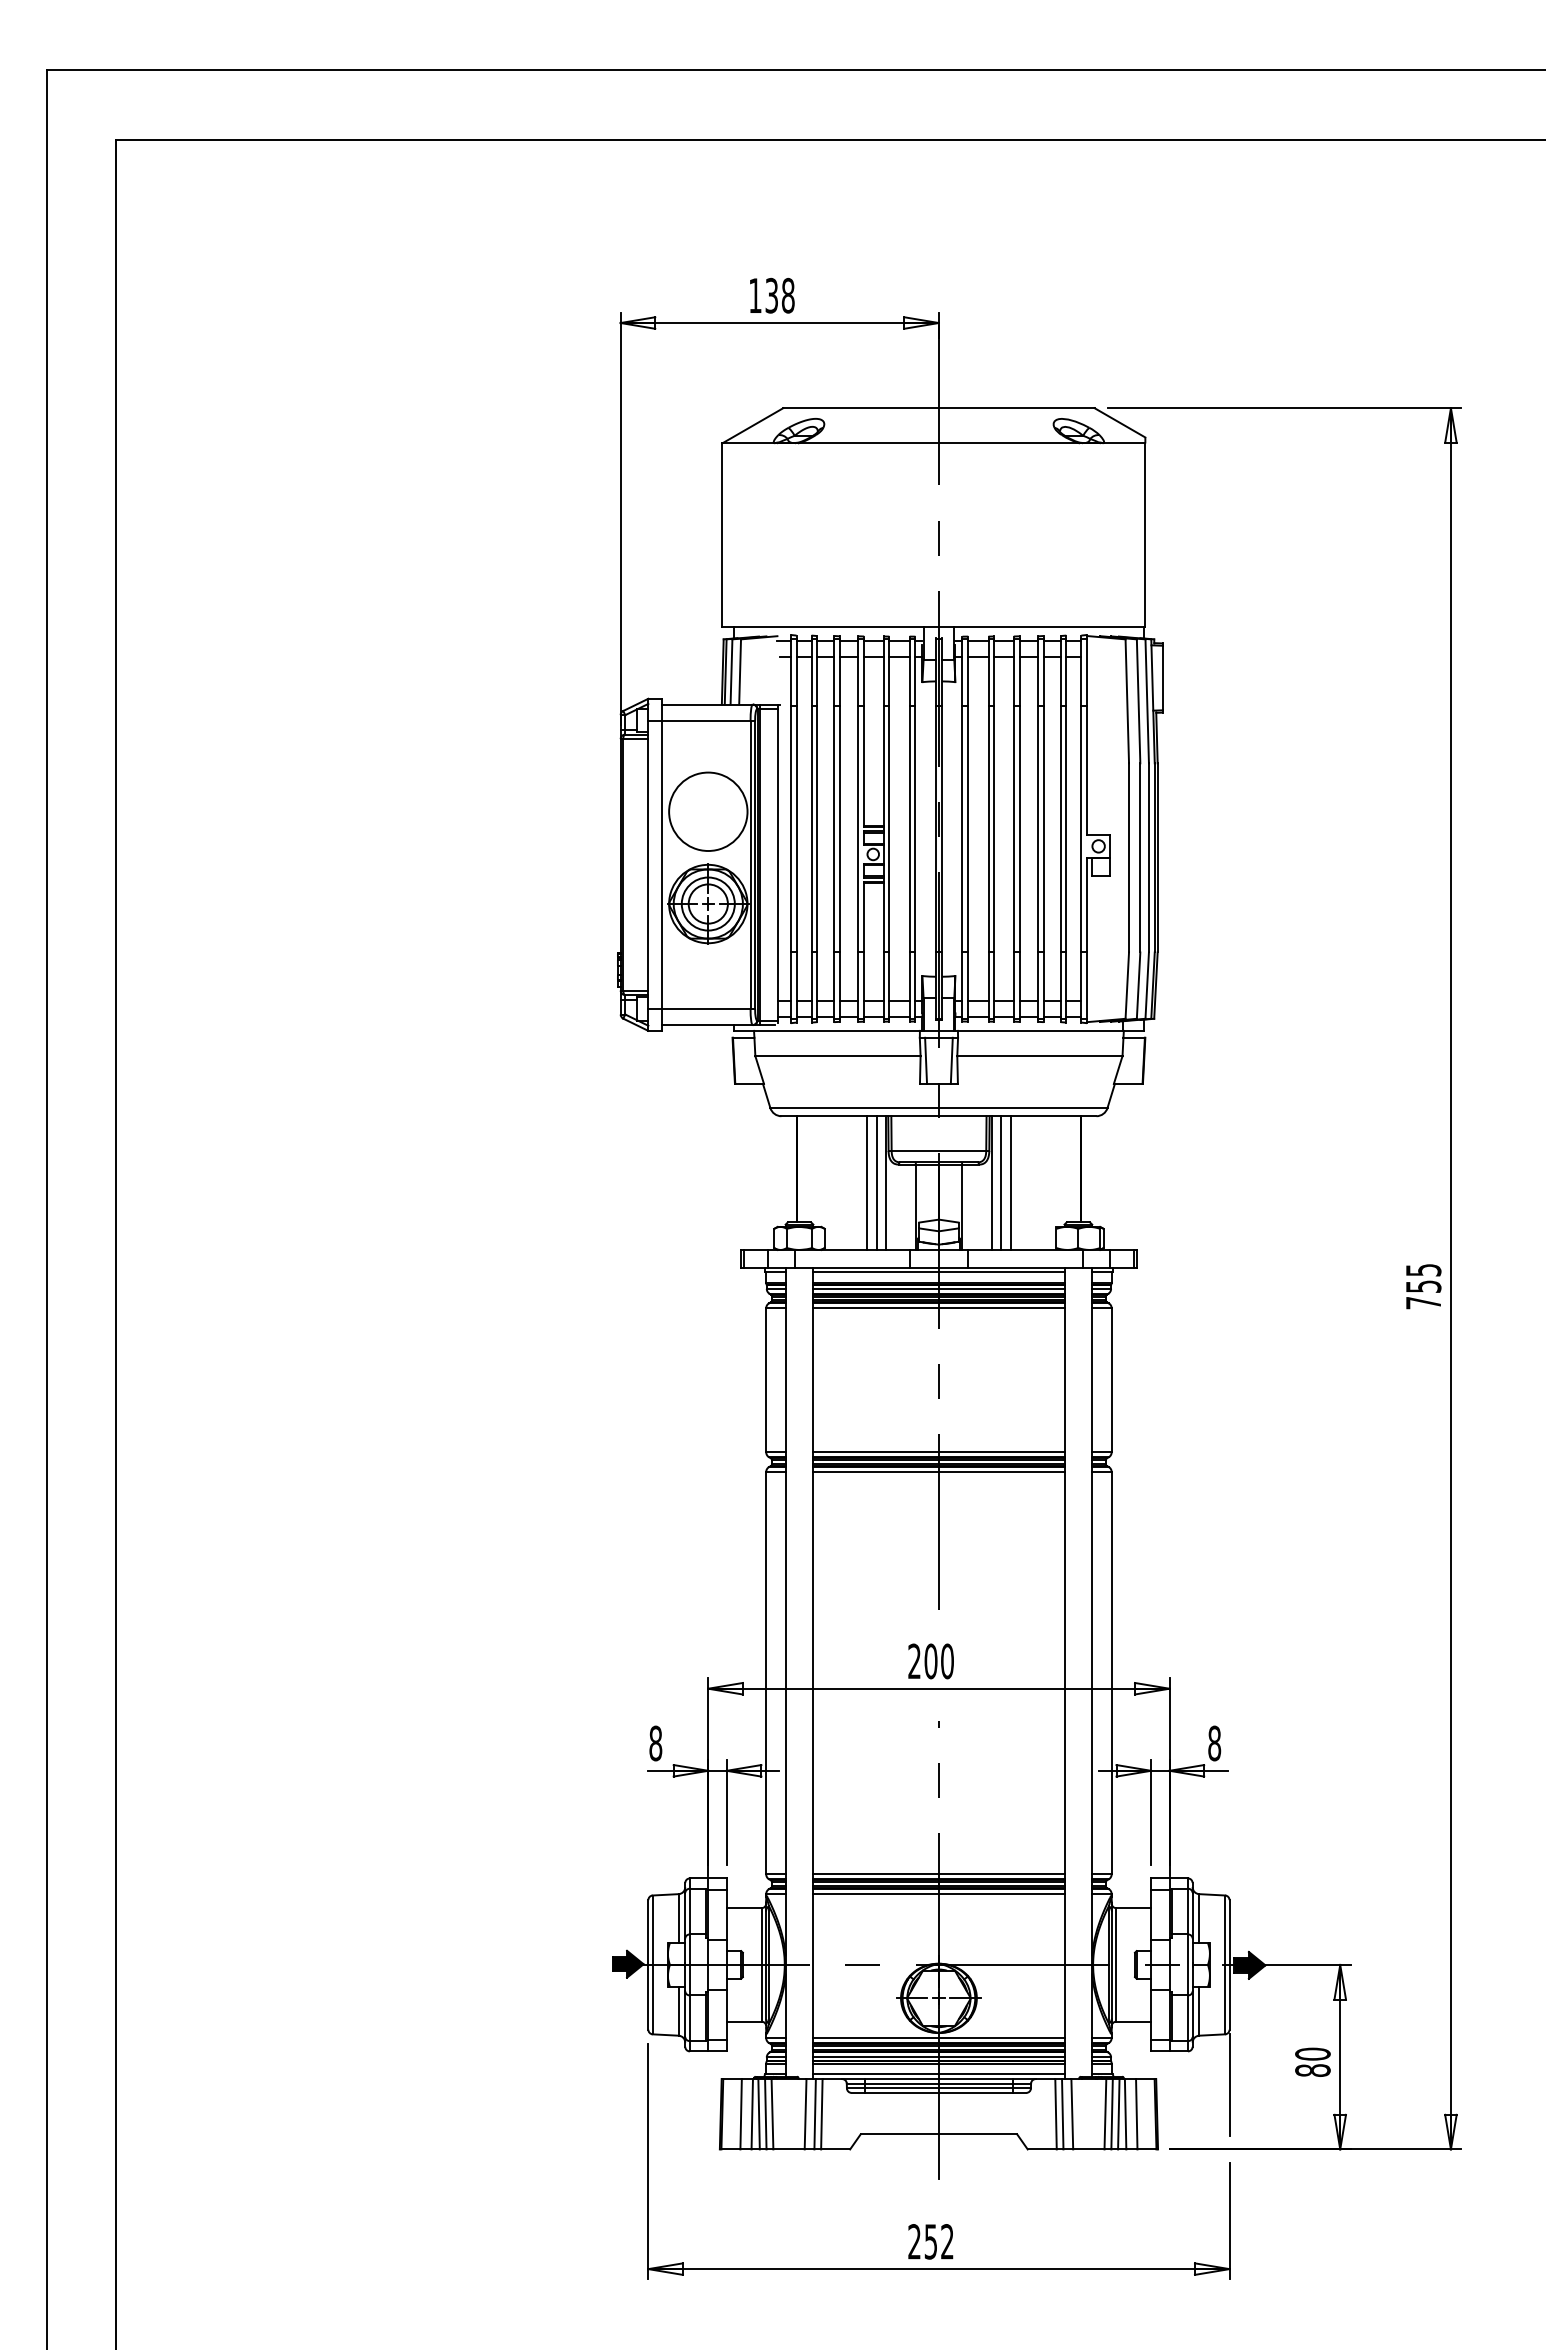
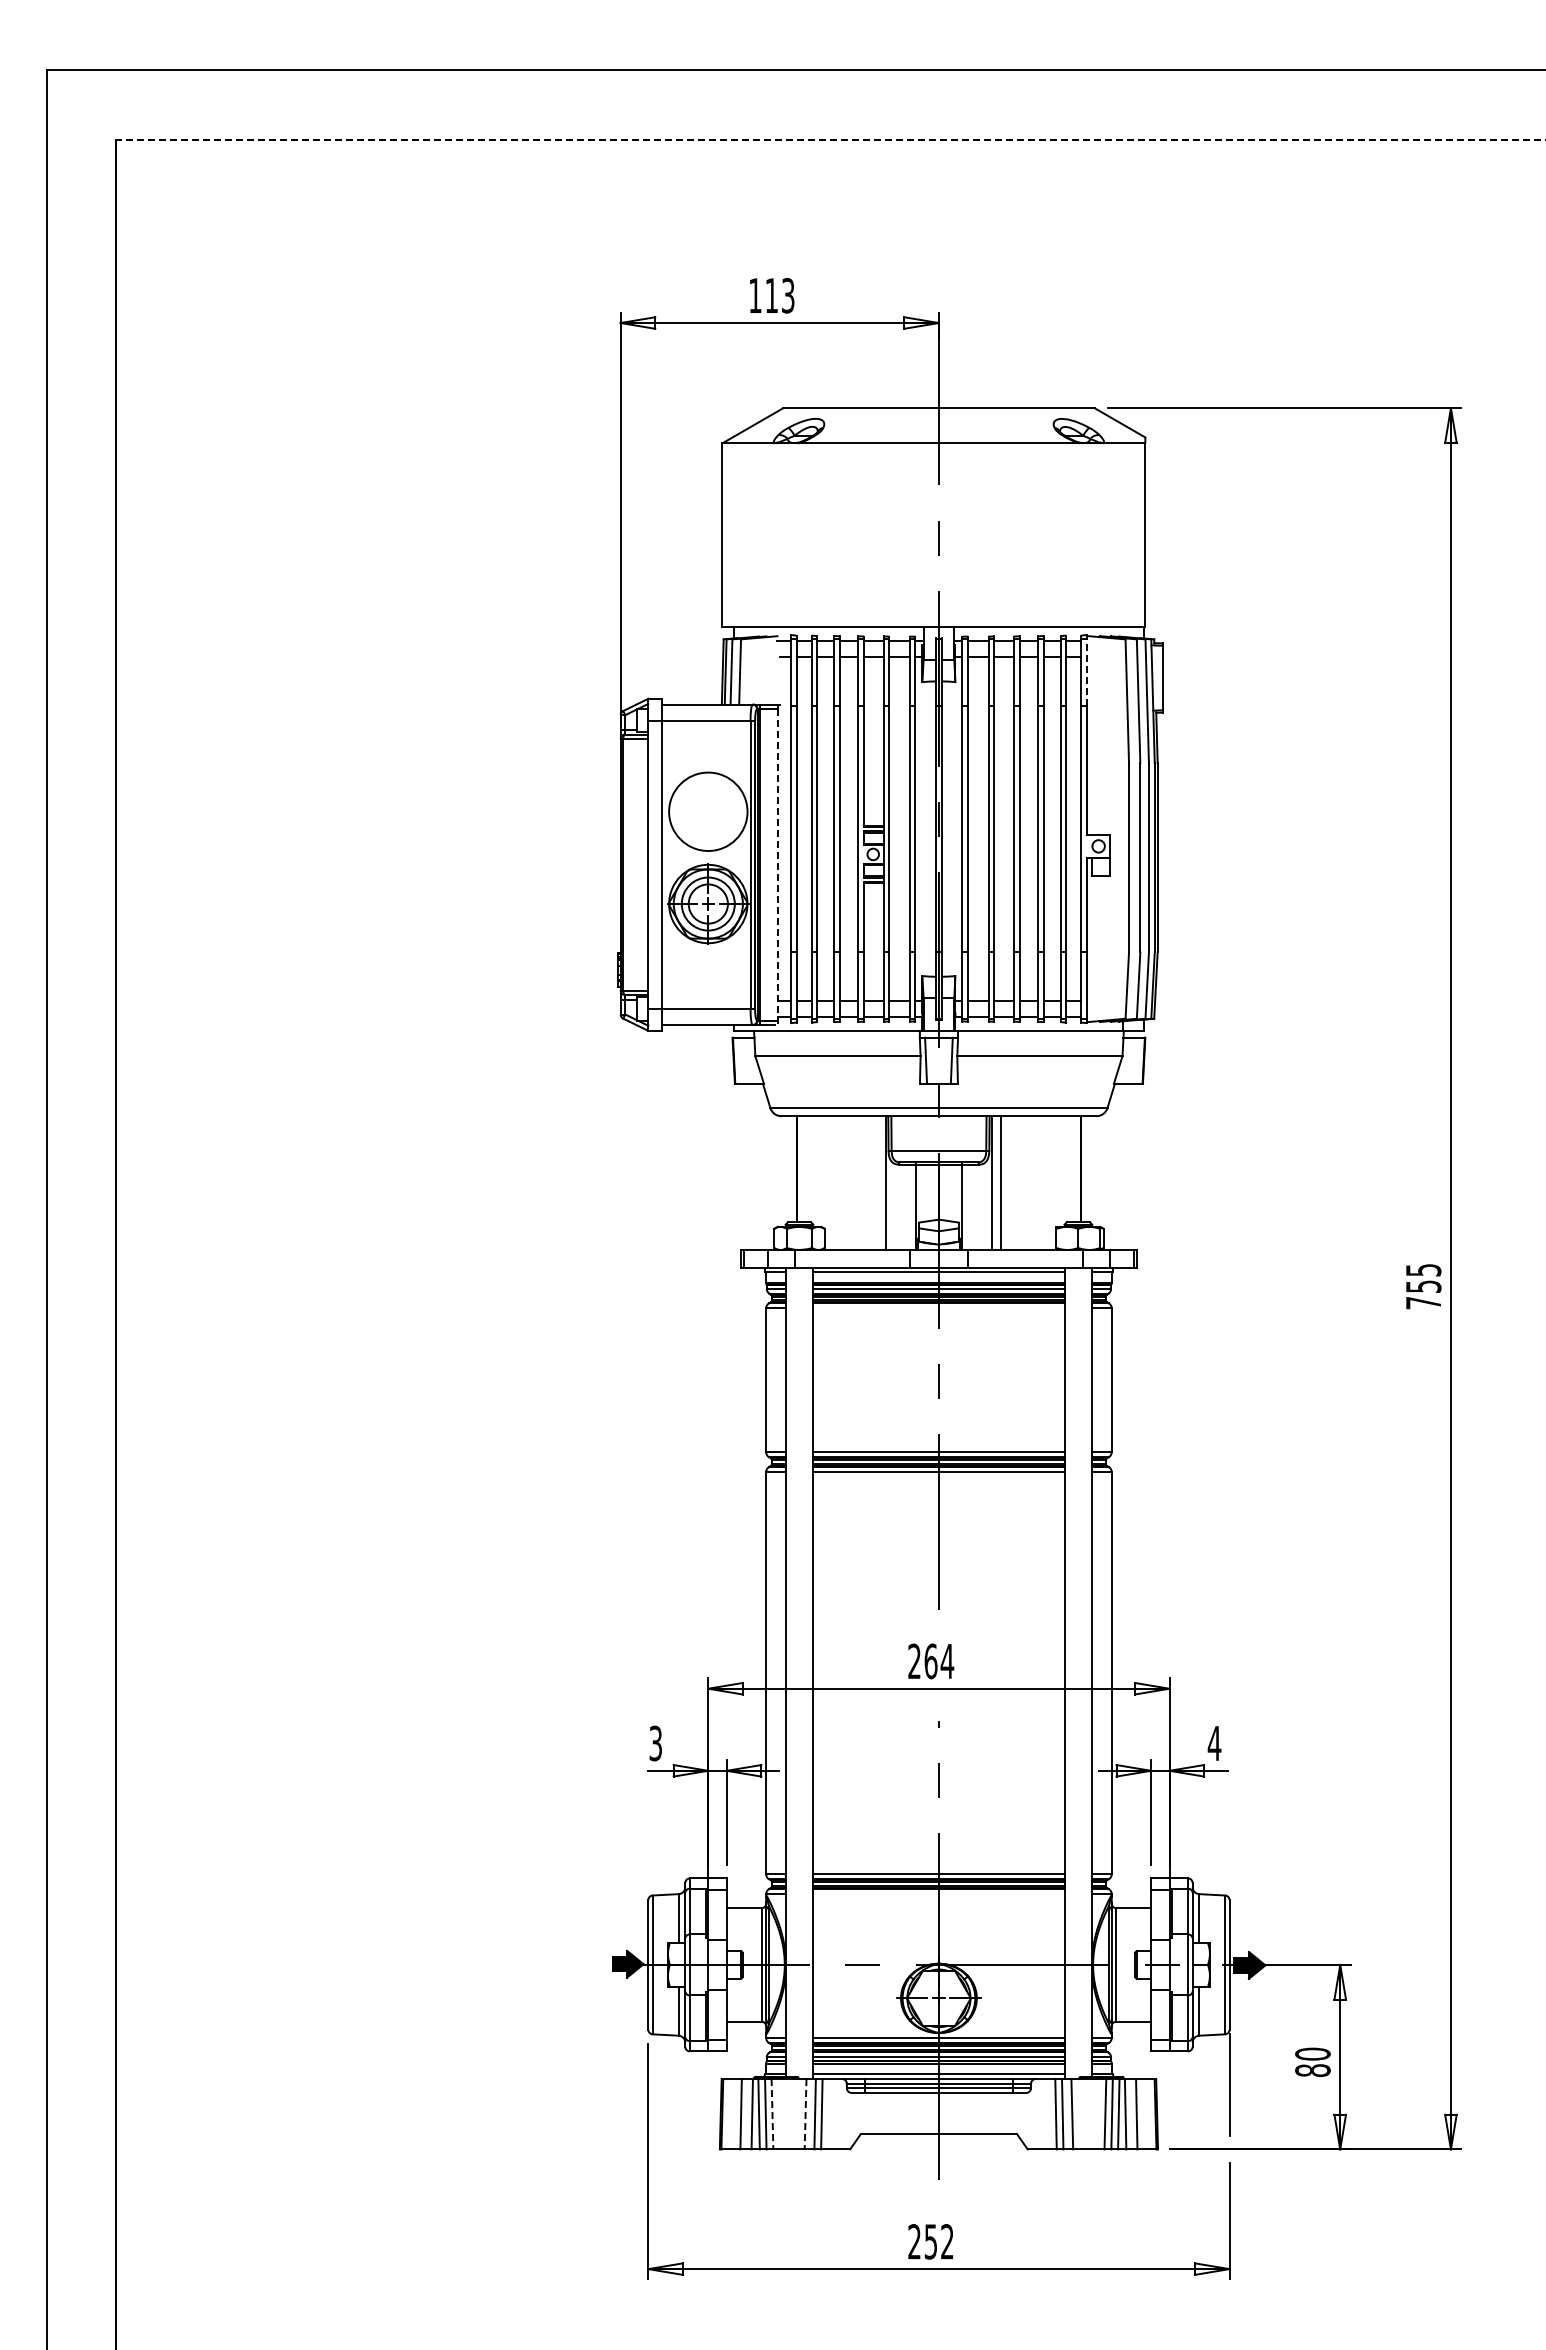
line at (830, 139): solid -> dashed
text at (779, 295): 138 -> 113
line at (1087, 672): solid -> dashed
line at (777, 864): solid -> dashed
line at (867, 1182): present -> none
line at (877, 1182): present -> none
line at (1010, 1182): present -> none
line at (938, 1308): present -> none
text at (939, 1661): 200 -> 264
text at (655, 1743): 8 -> 3
text at (1214, 1743): 8 -> 4
line at (938, 1894): present -> none
line at (772, 2114): solid -> dashed
line at (805, 2114): solid -> dashed
